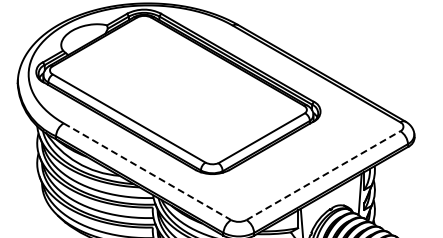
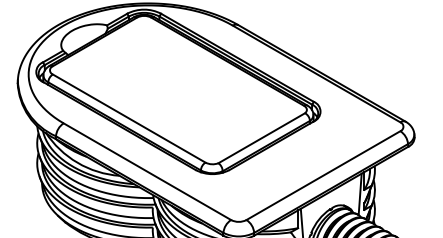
line at (147, 171): dashed -> solid
line at (323, 175): dashed -> solid
